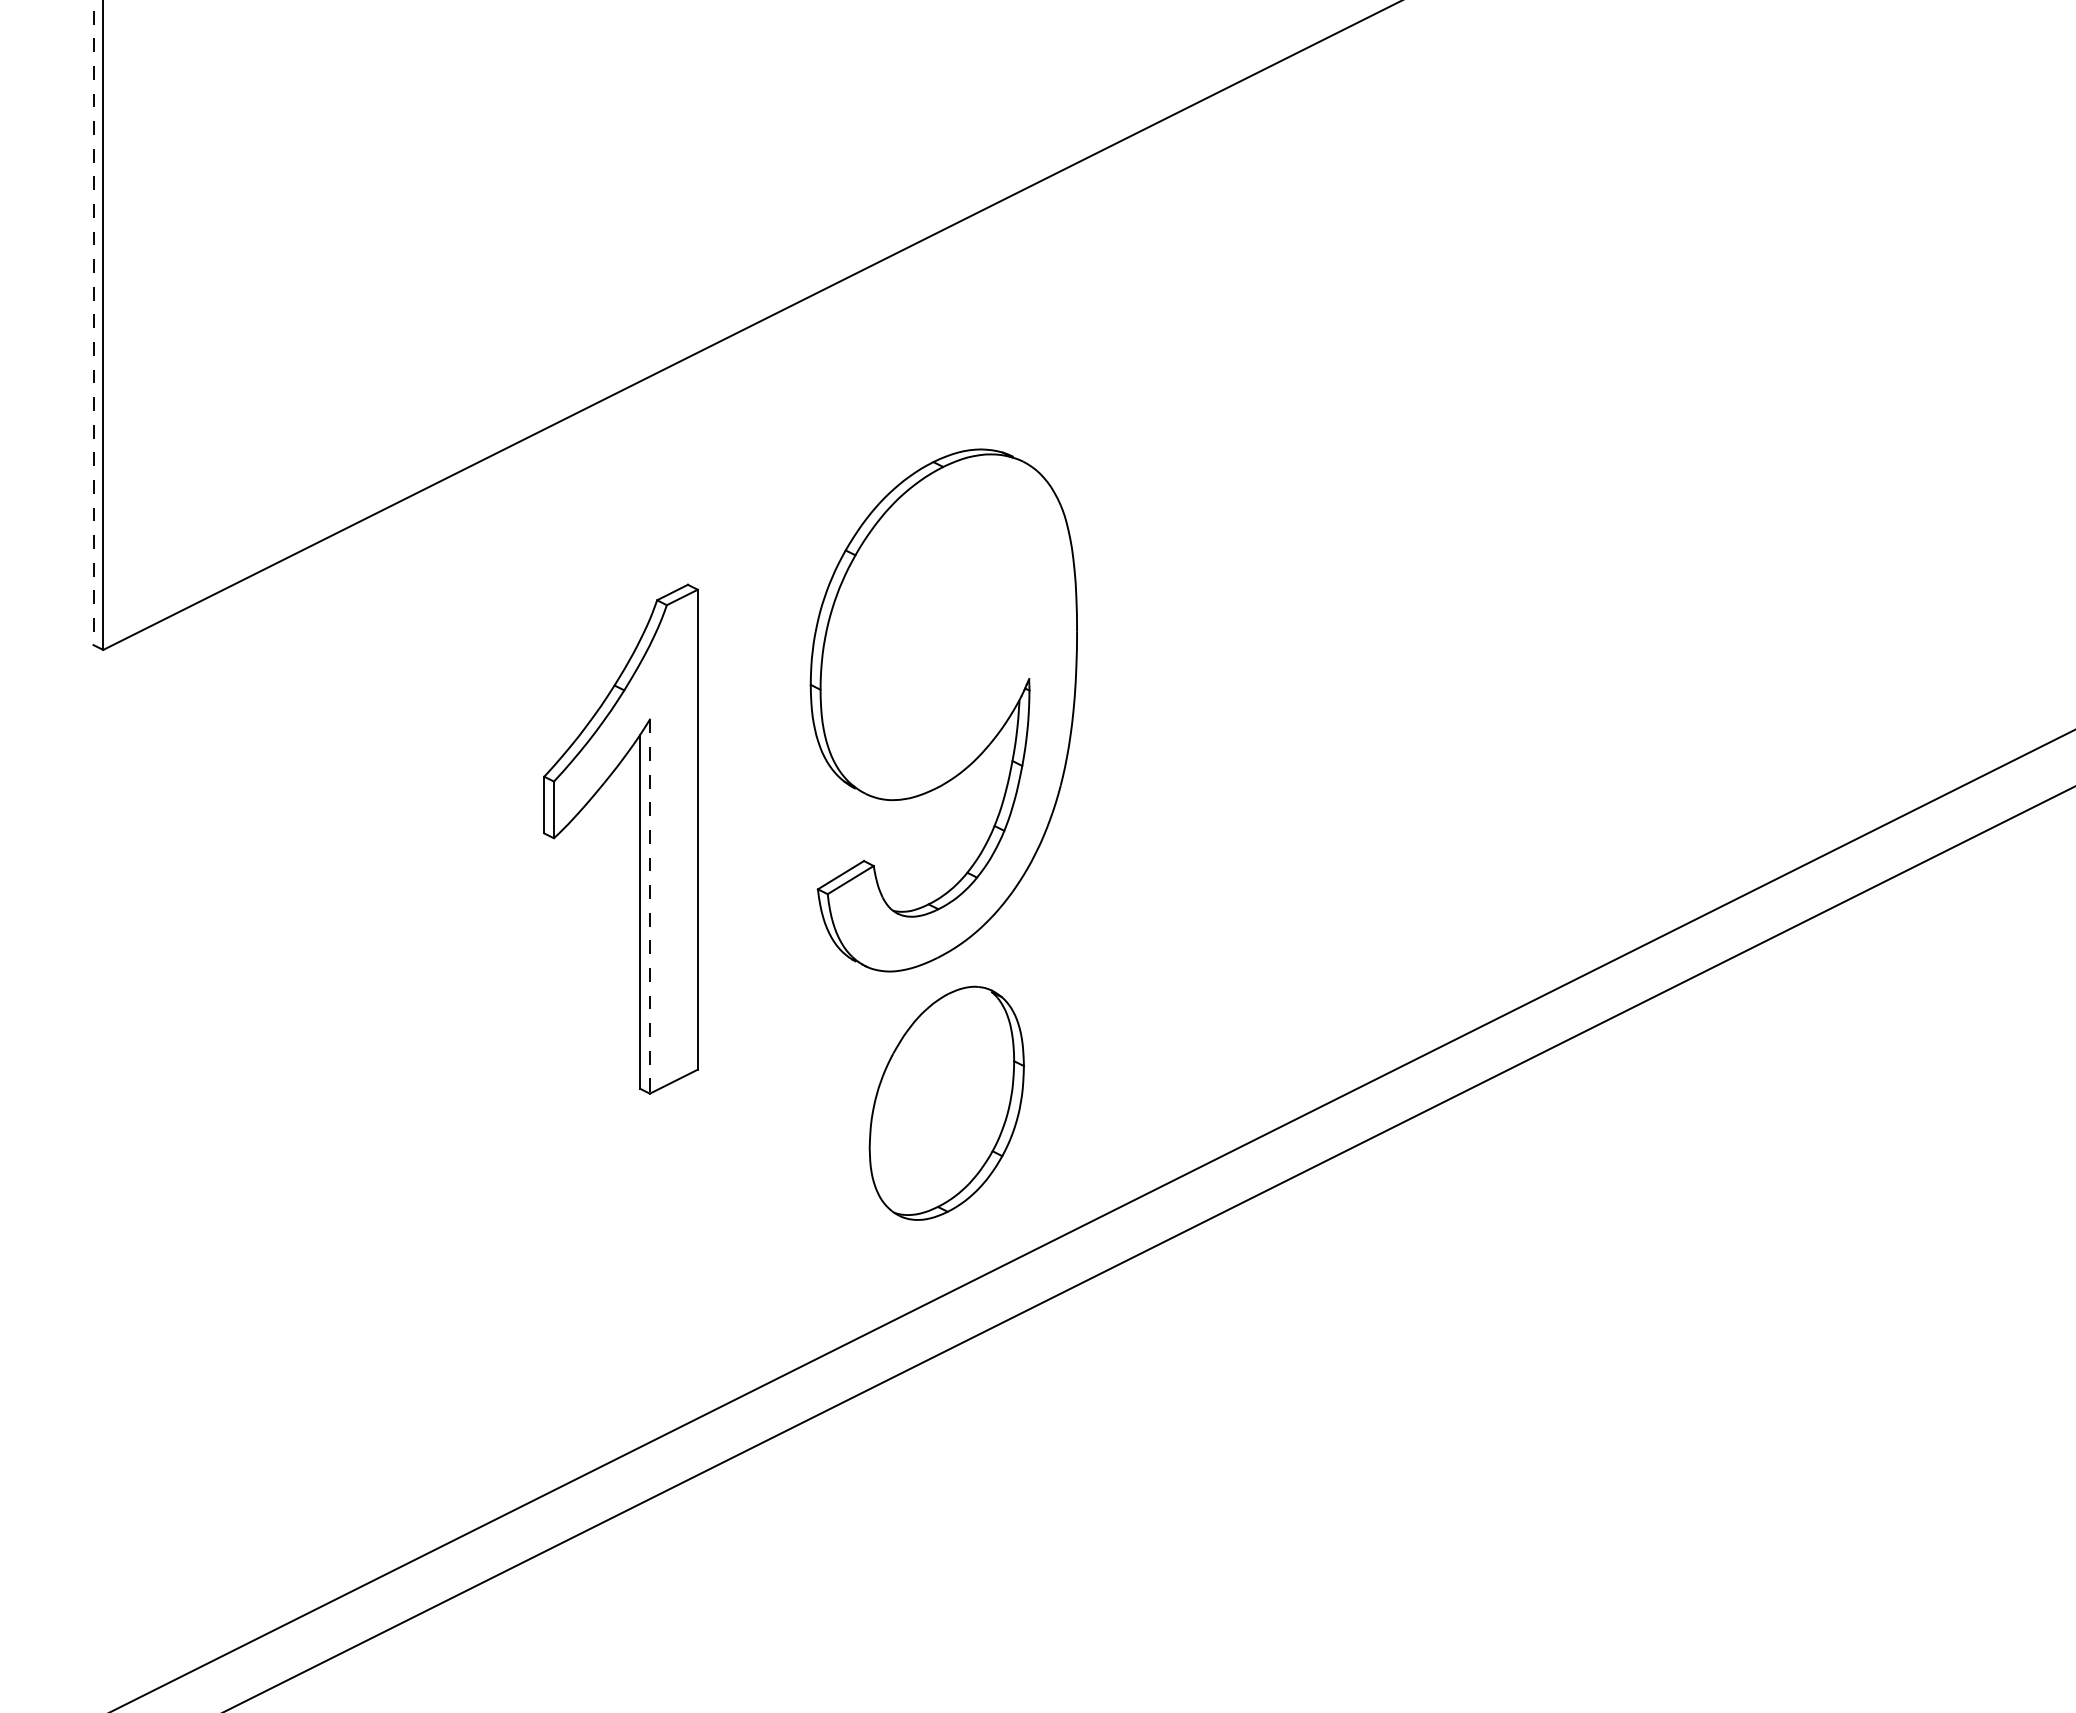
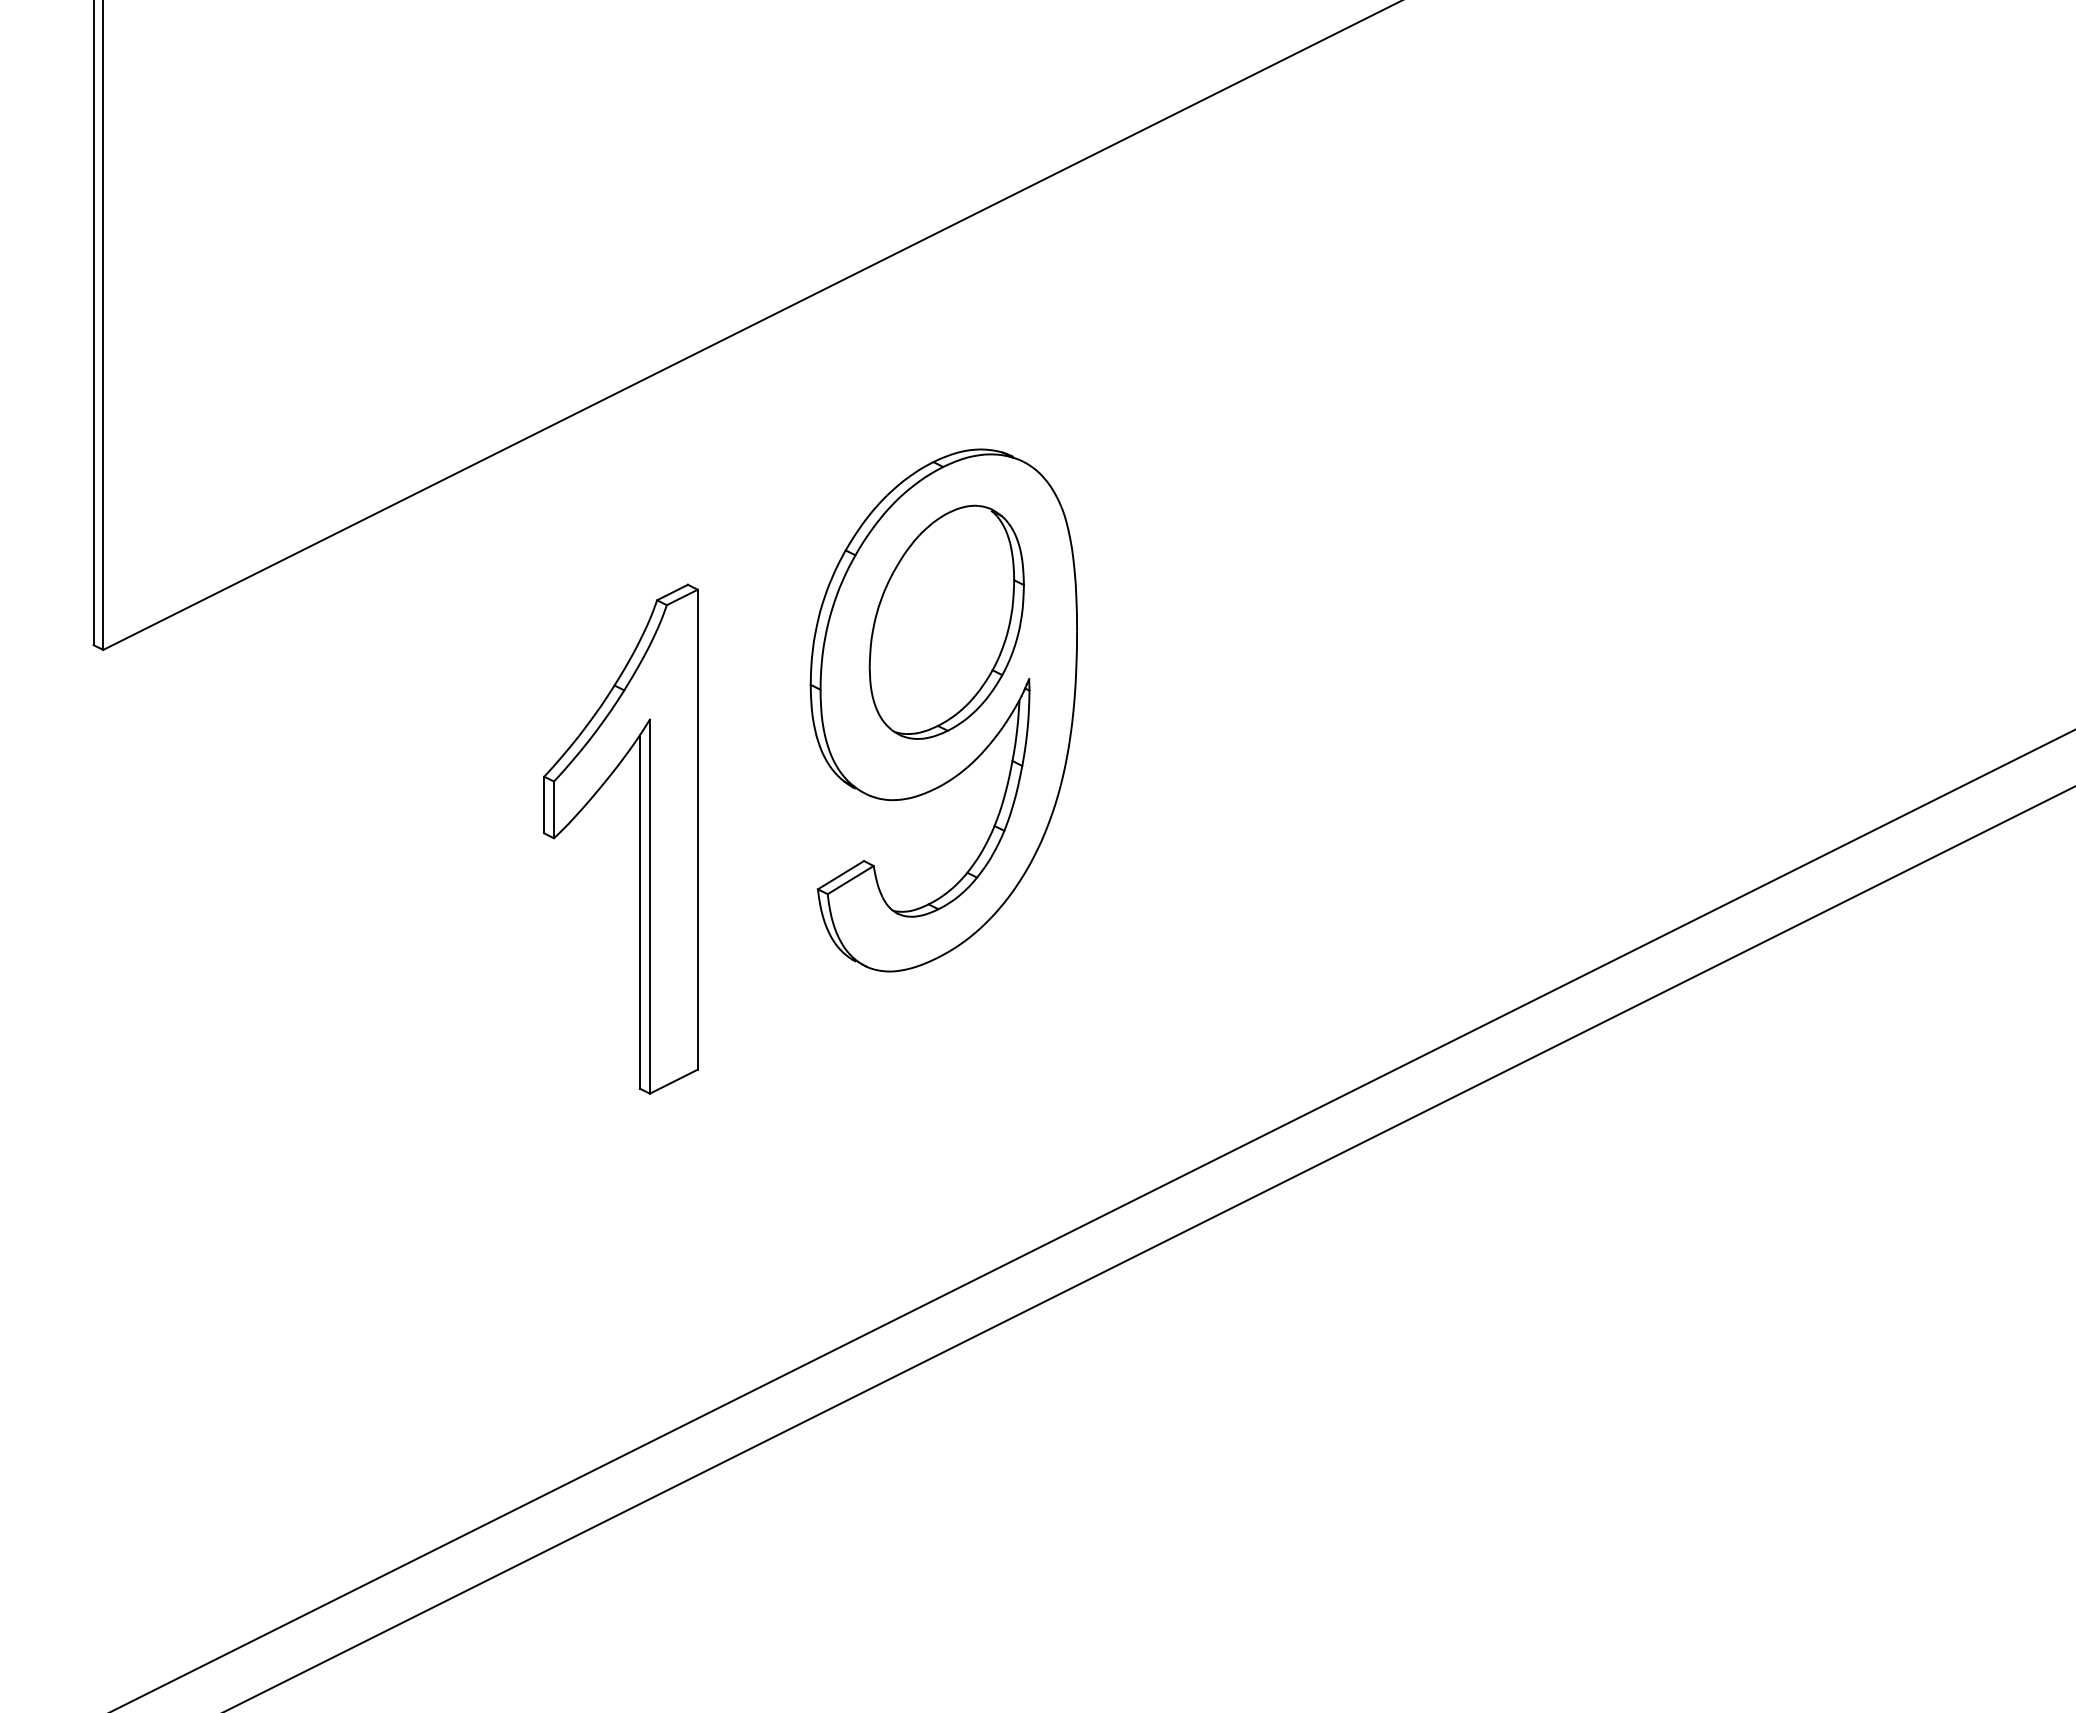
line at (93, 323): dashed -> solid
line at (649, 907): dashed -> solid
part at (946, 1102) position: (946, 1102) -> (946, 621)
